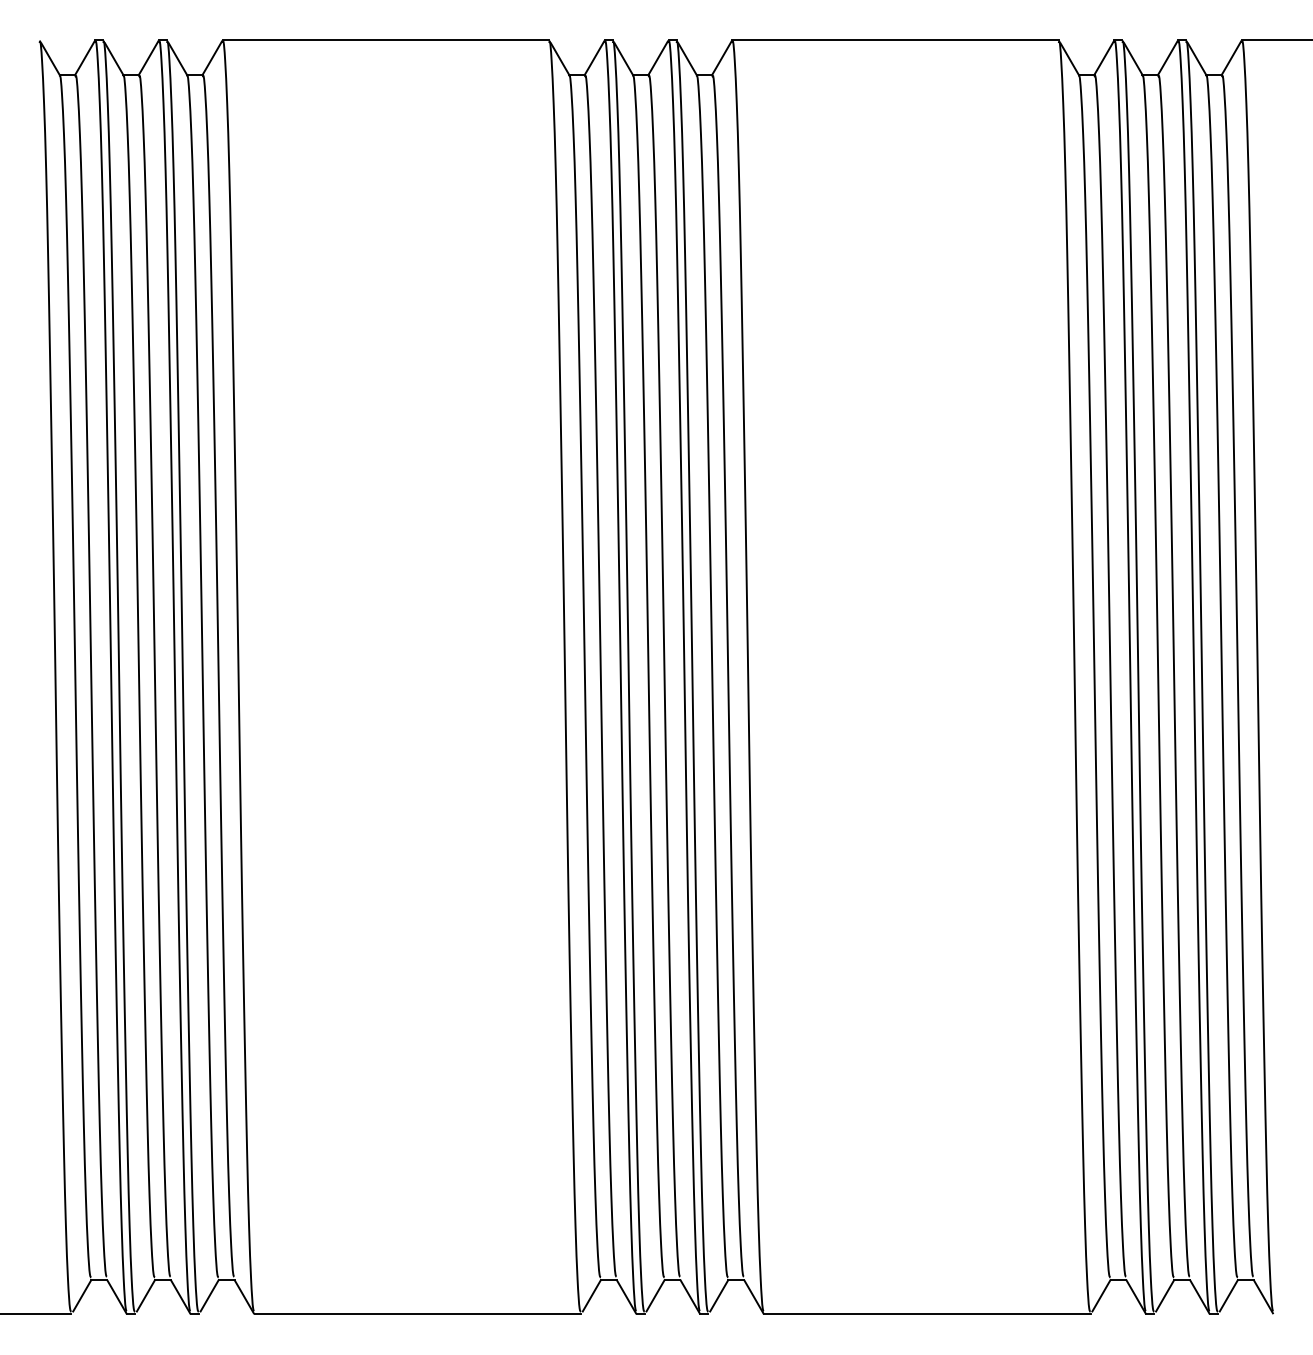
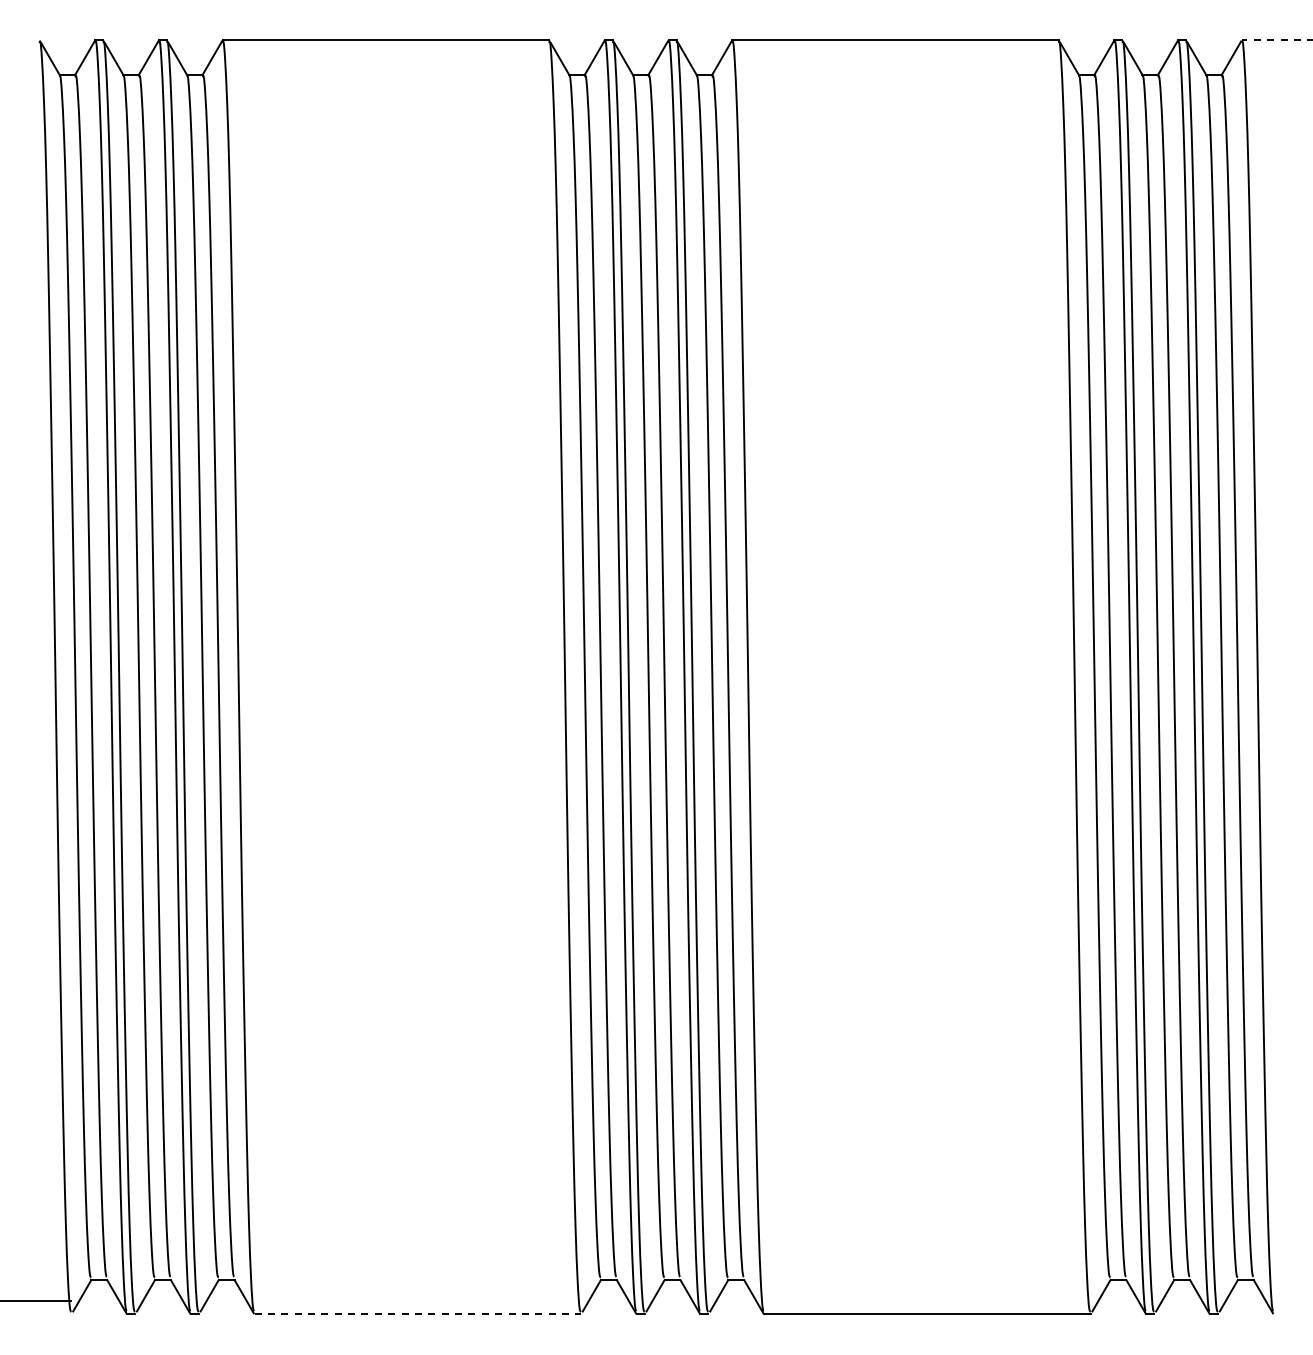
line at (1276, 40): solid -> dashed
line at (36, 1314) position: (36, 1314) -> (36, 1301)
line at (418, 1314): solid -> dashed
